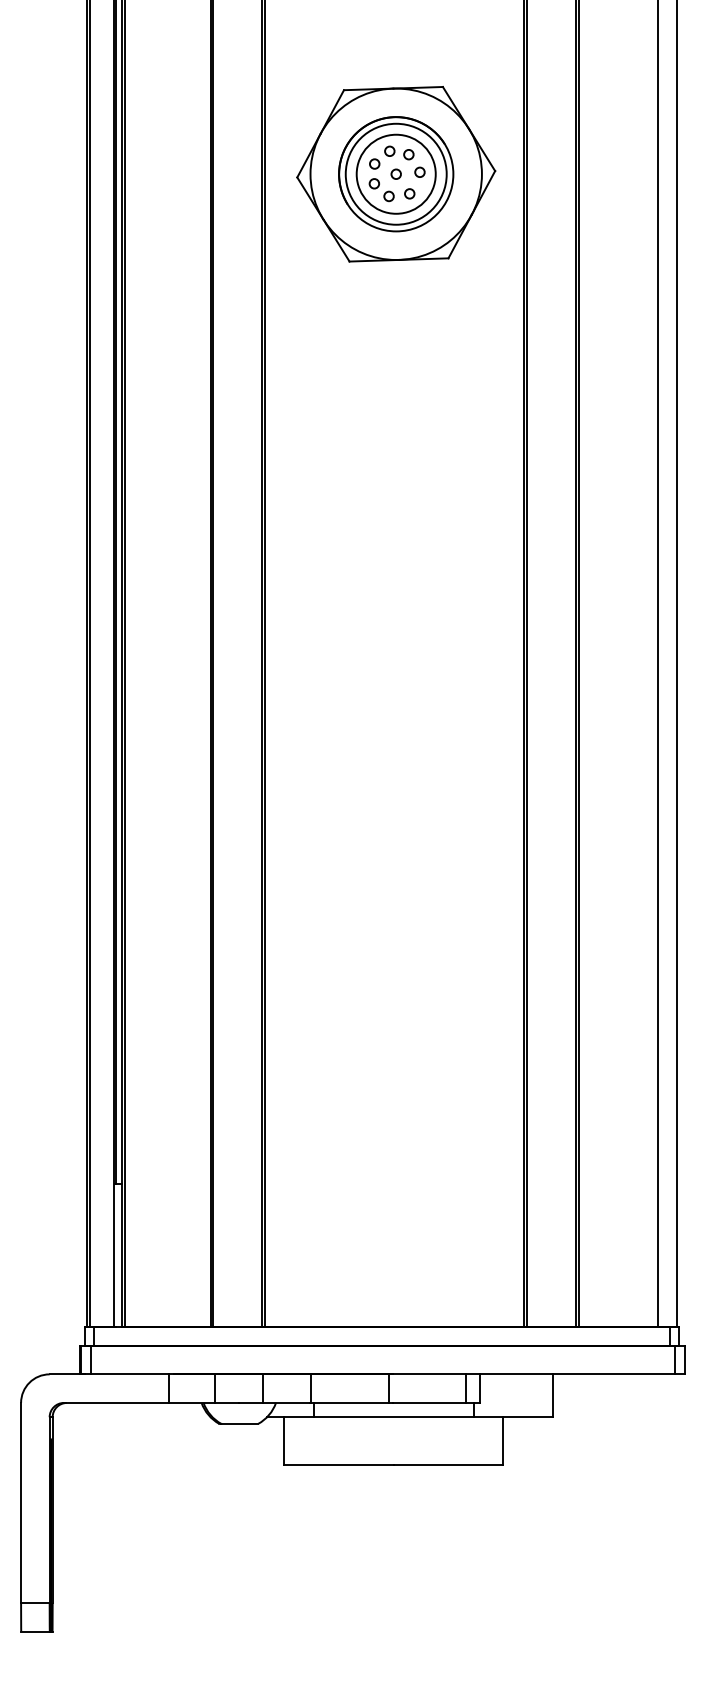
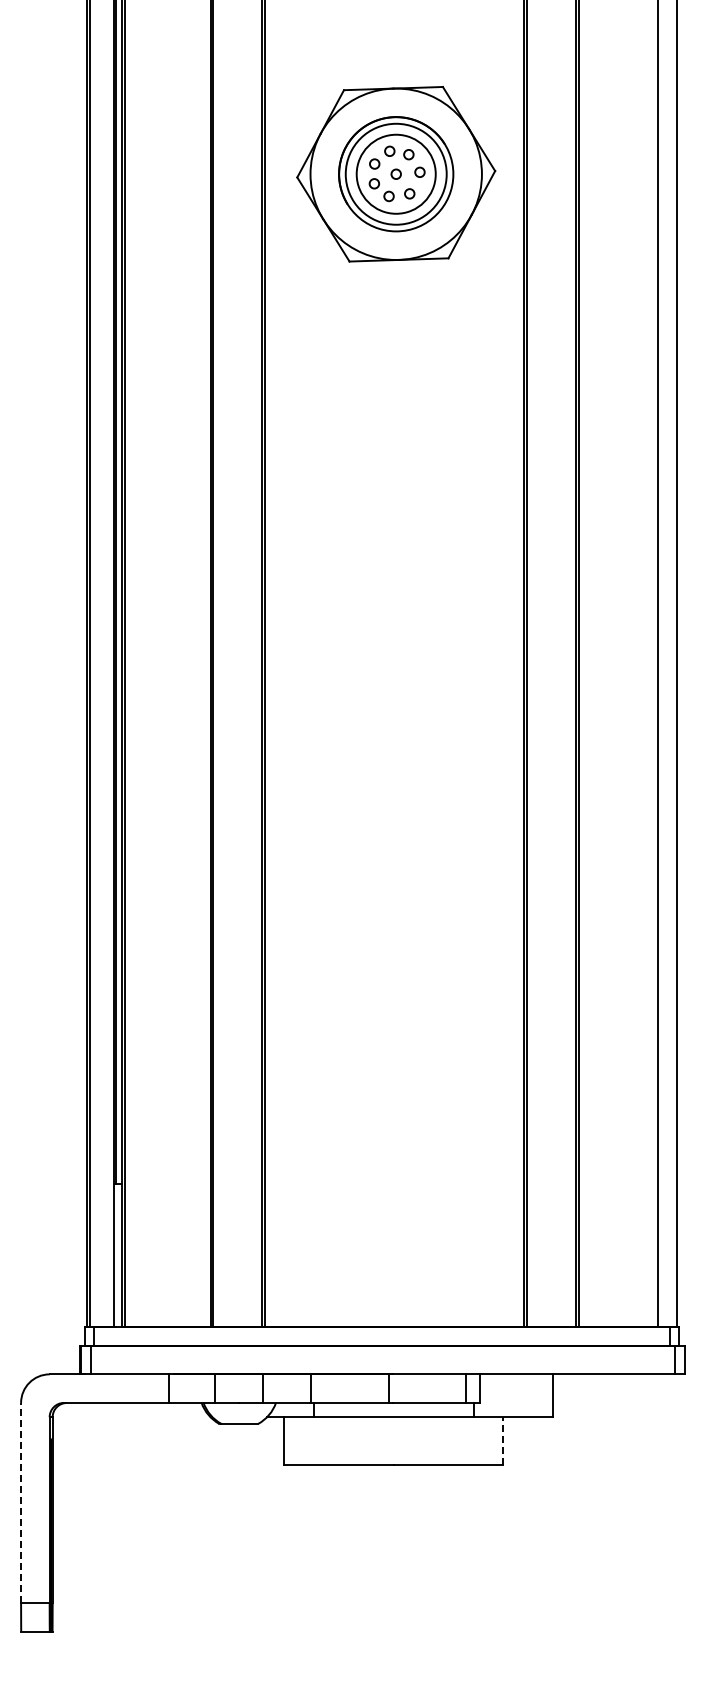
line at (502, 1441): solid -> dashed
line at (21, 1502): solid -> dashed
